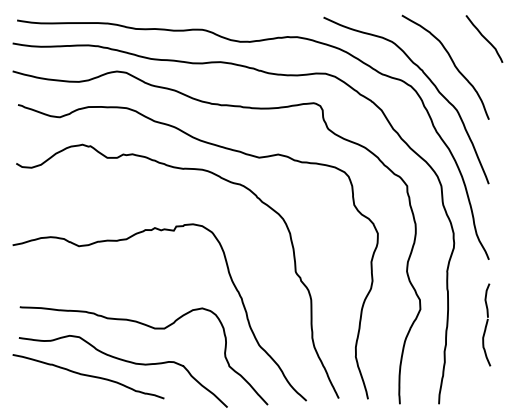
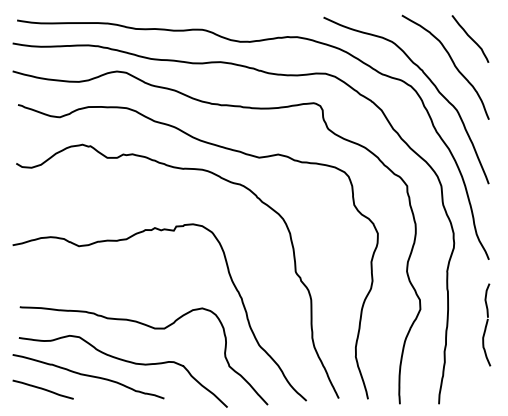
curve at (484, 38) position: (484, 38) -> (470, 38)
line at (42, 389): none -> present
